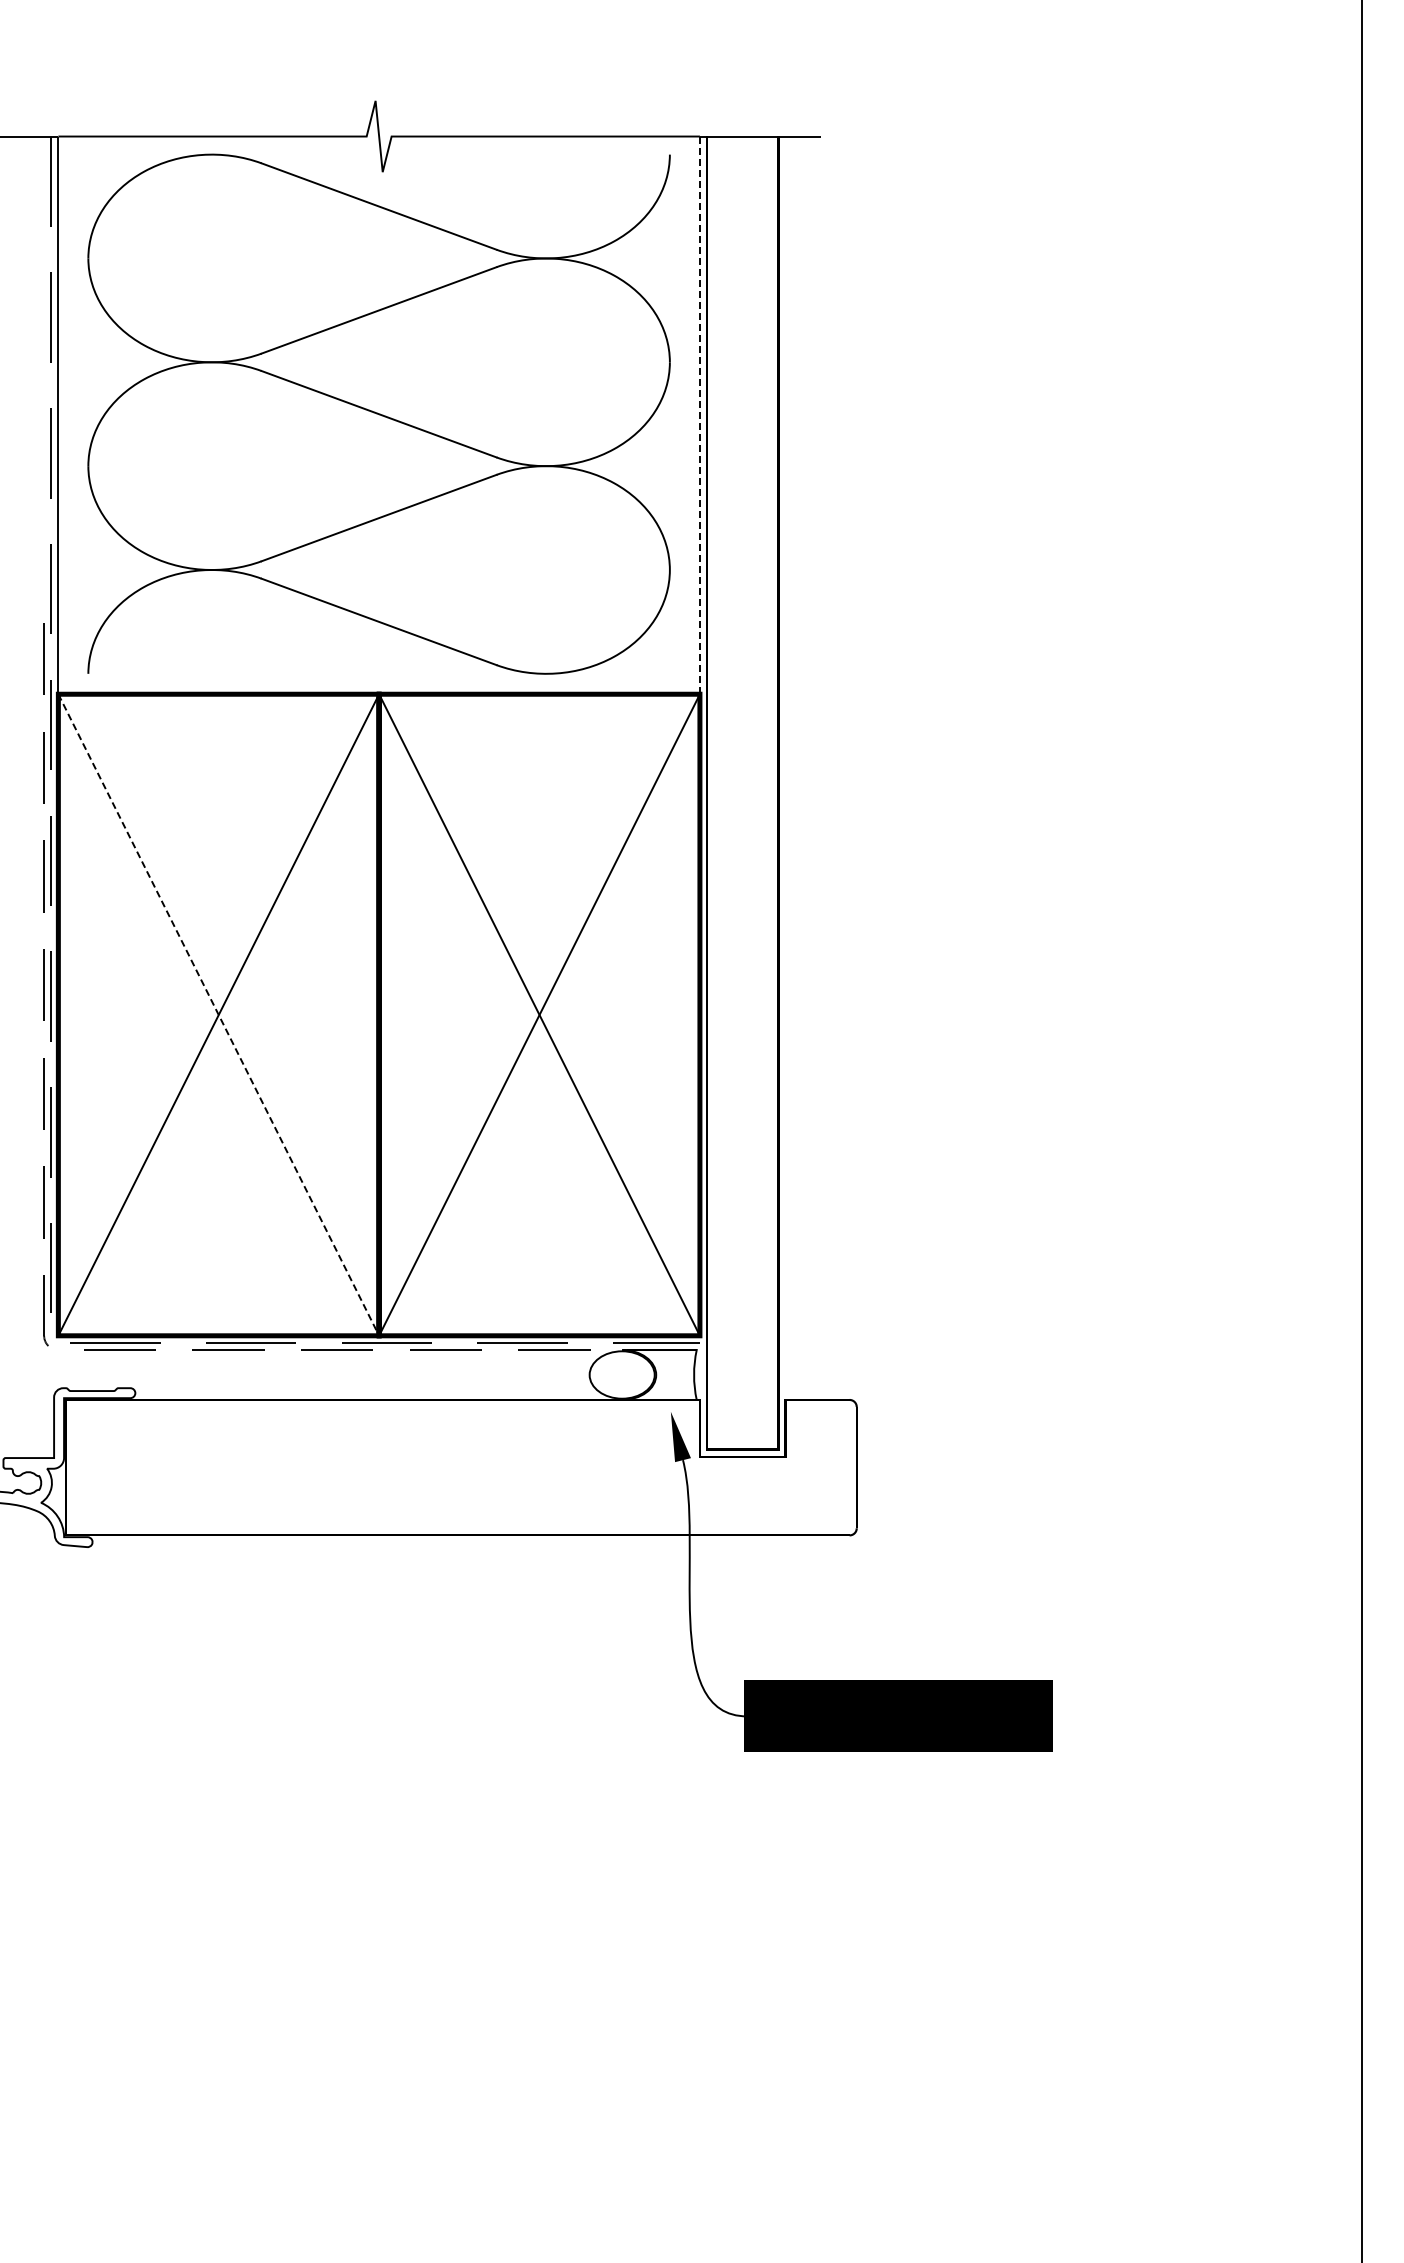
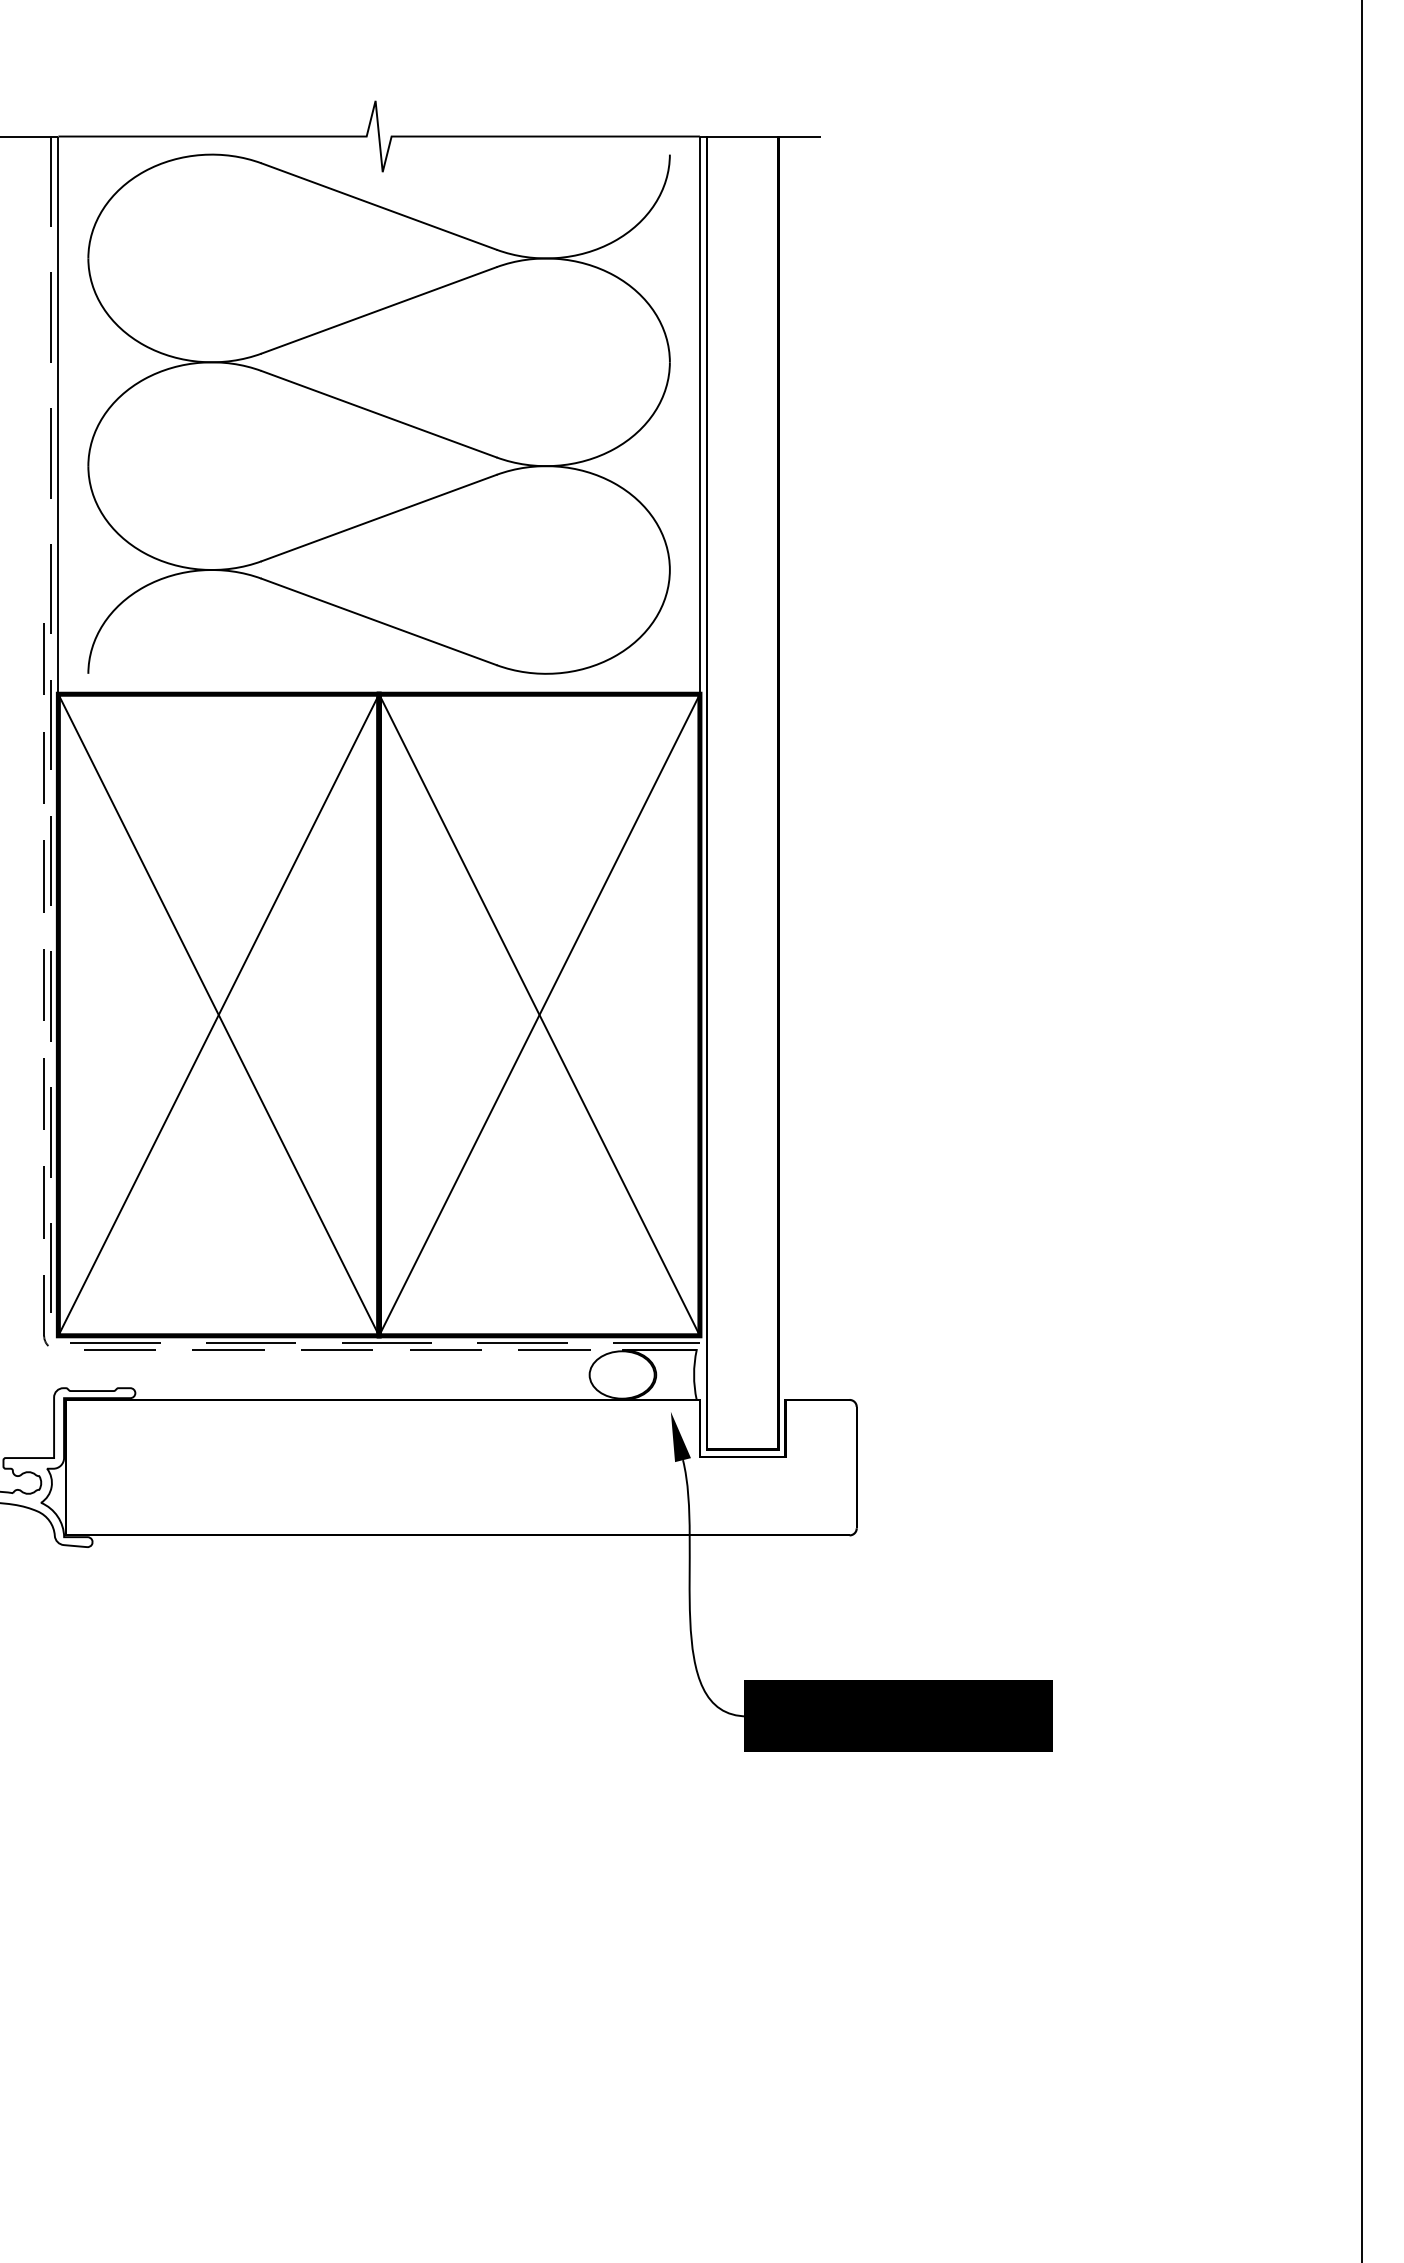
line at (699, 415): dashed -> solid
line at (218, 1015): dashed -> solid
